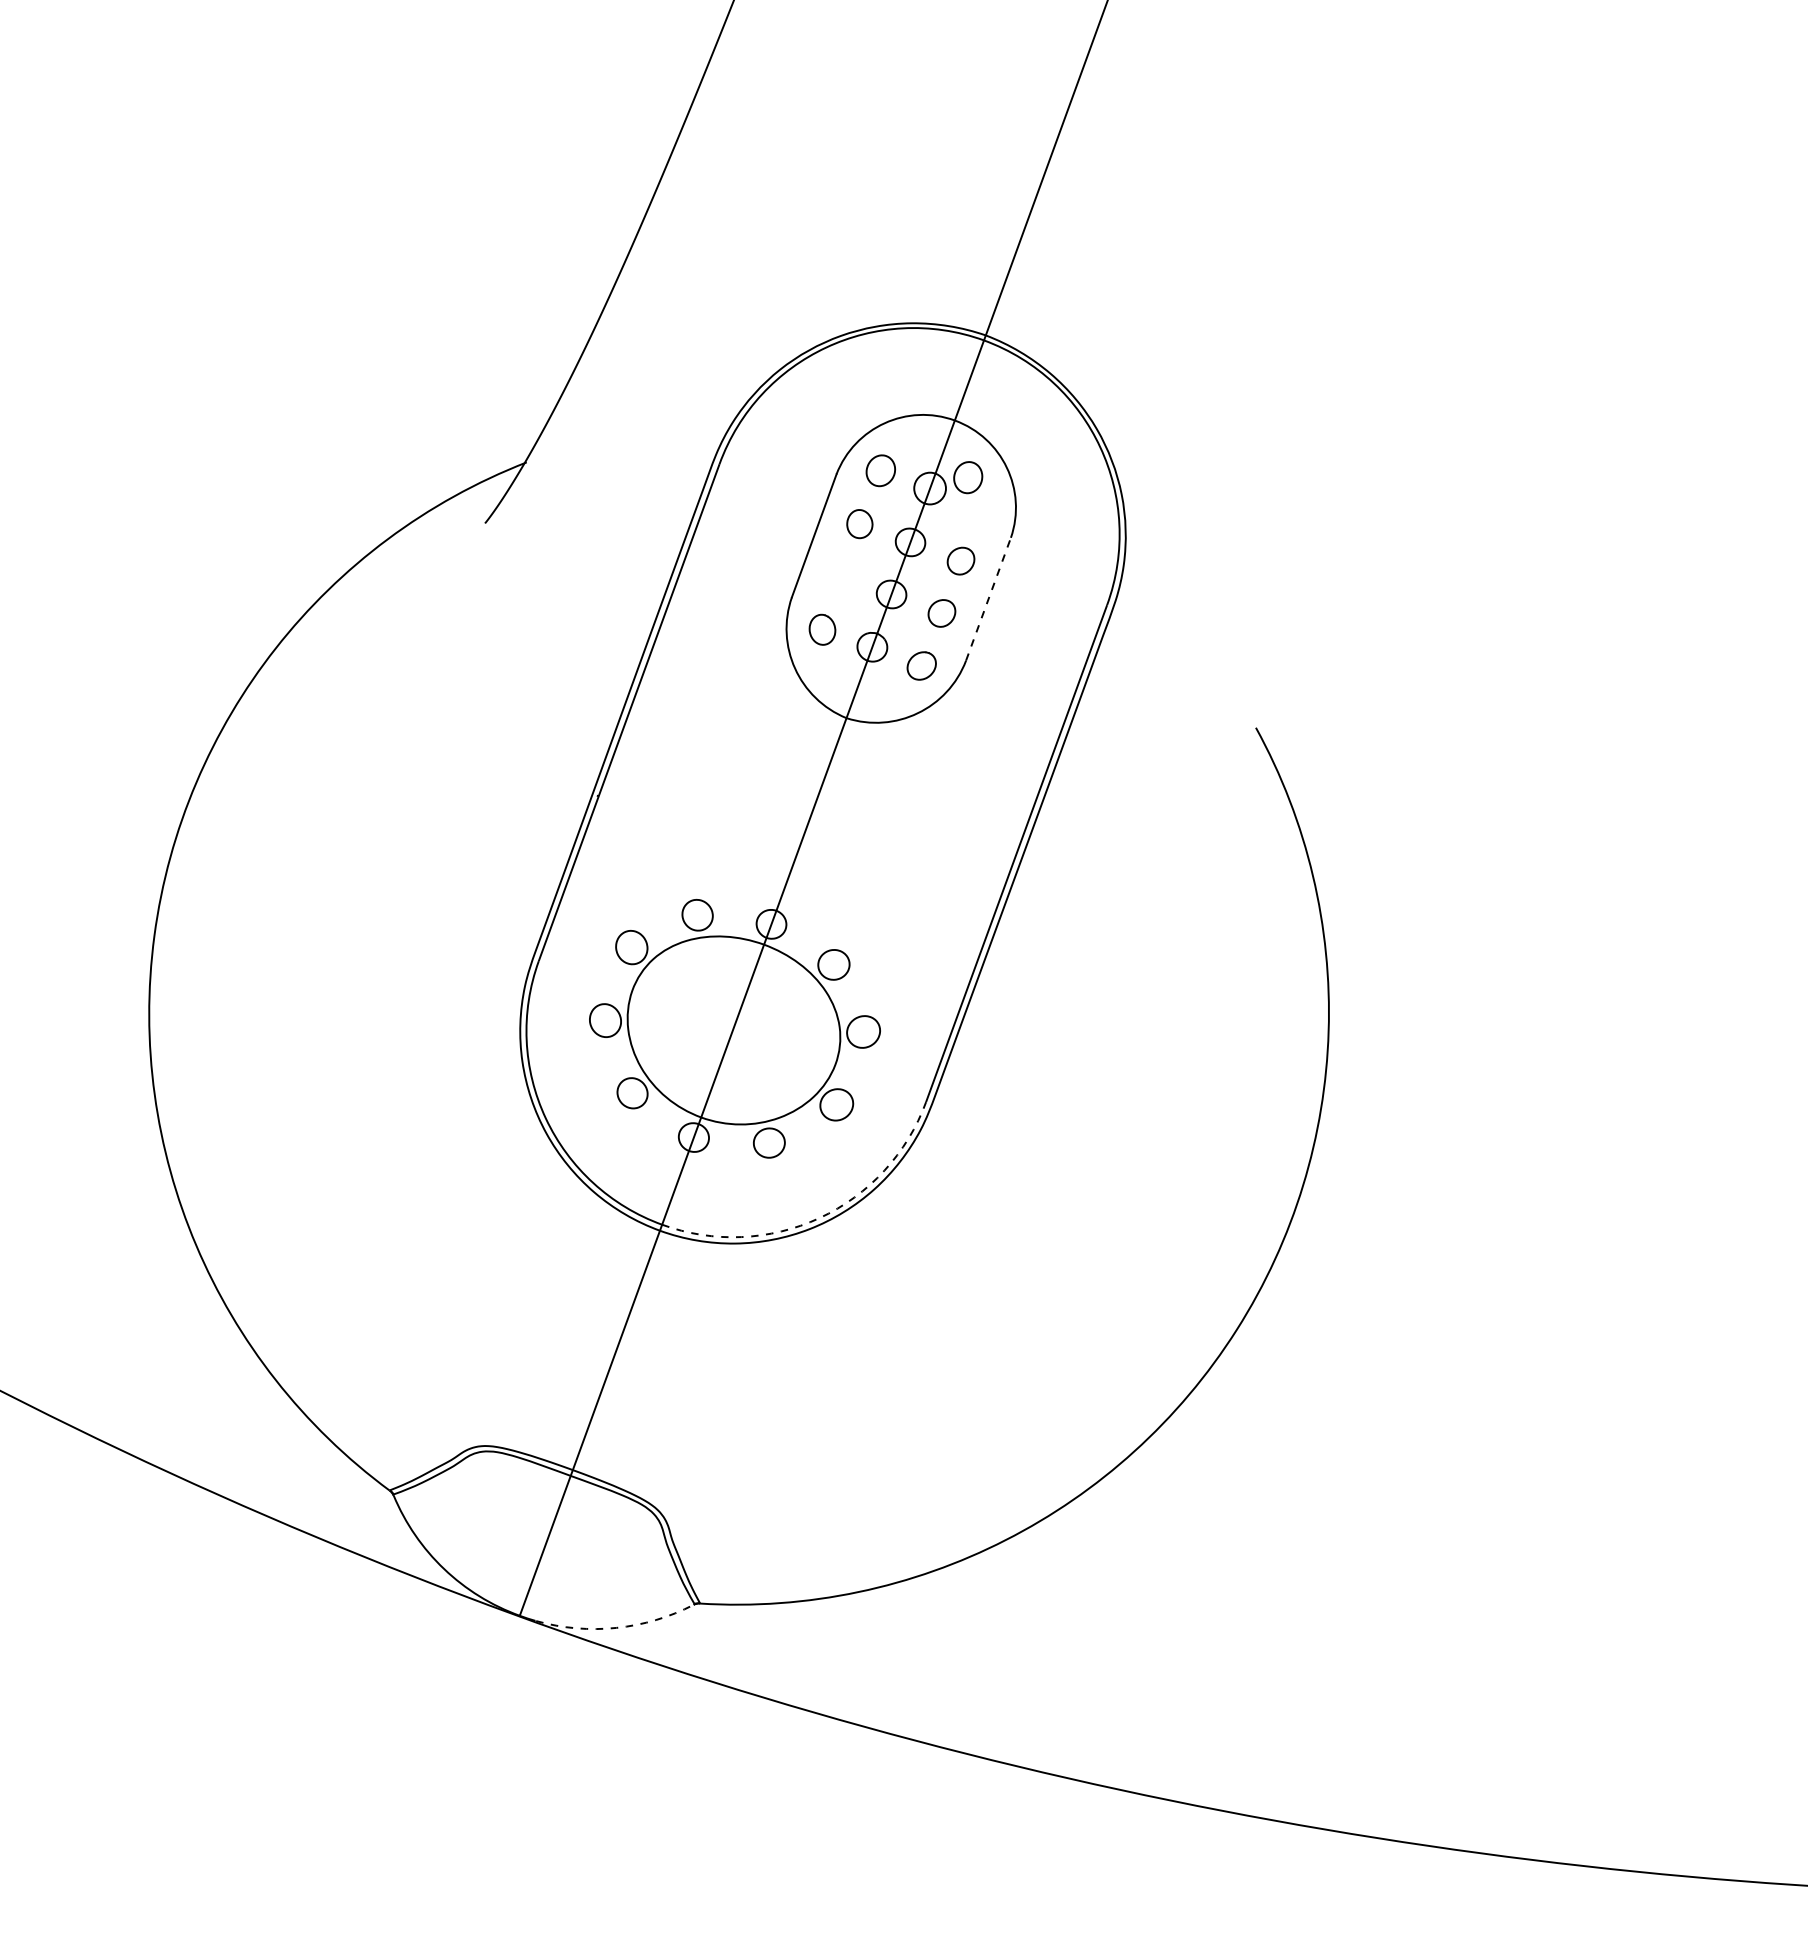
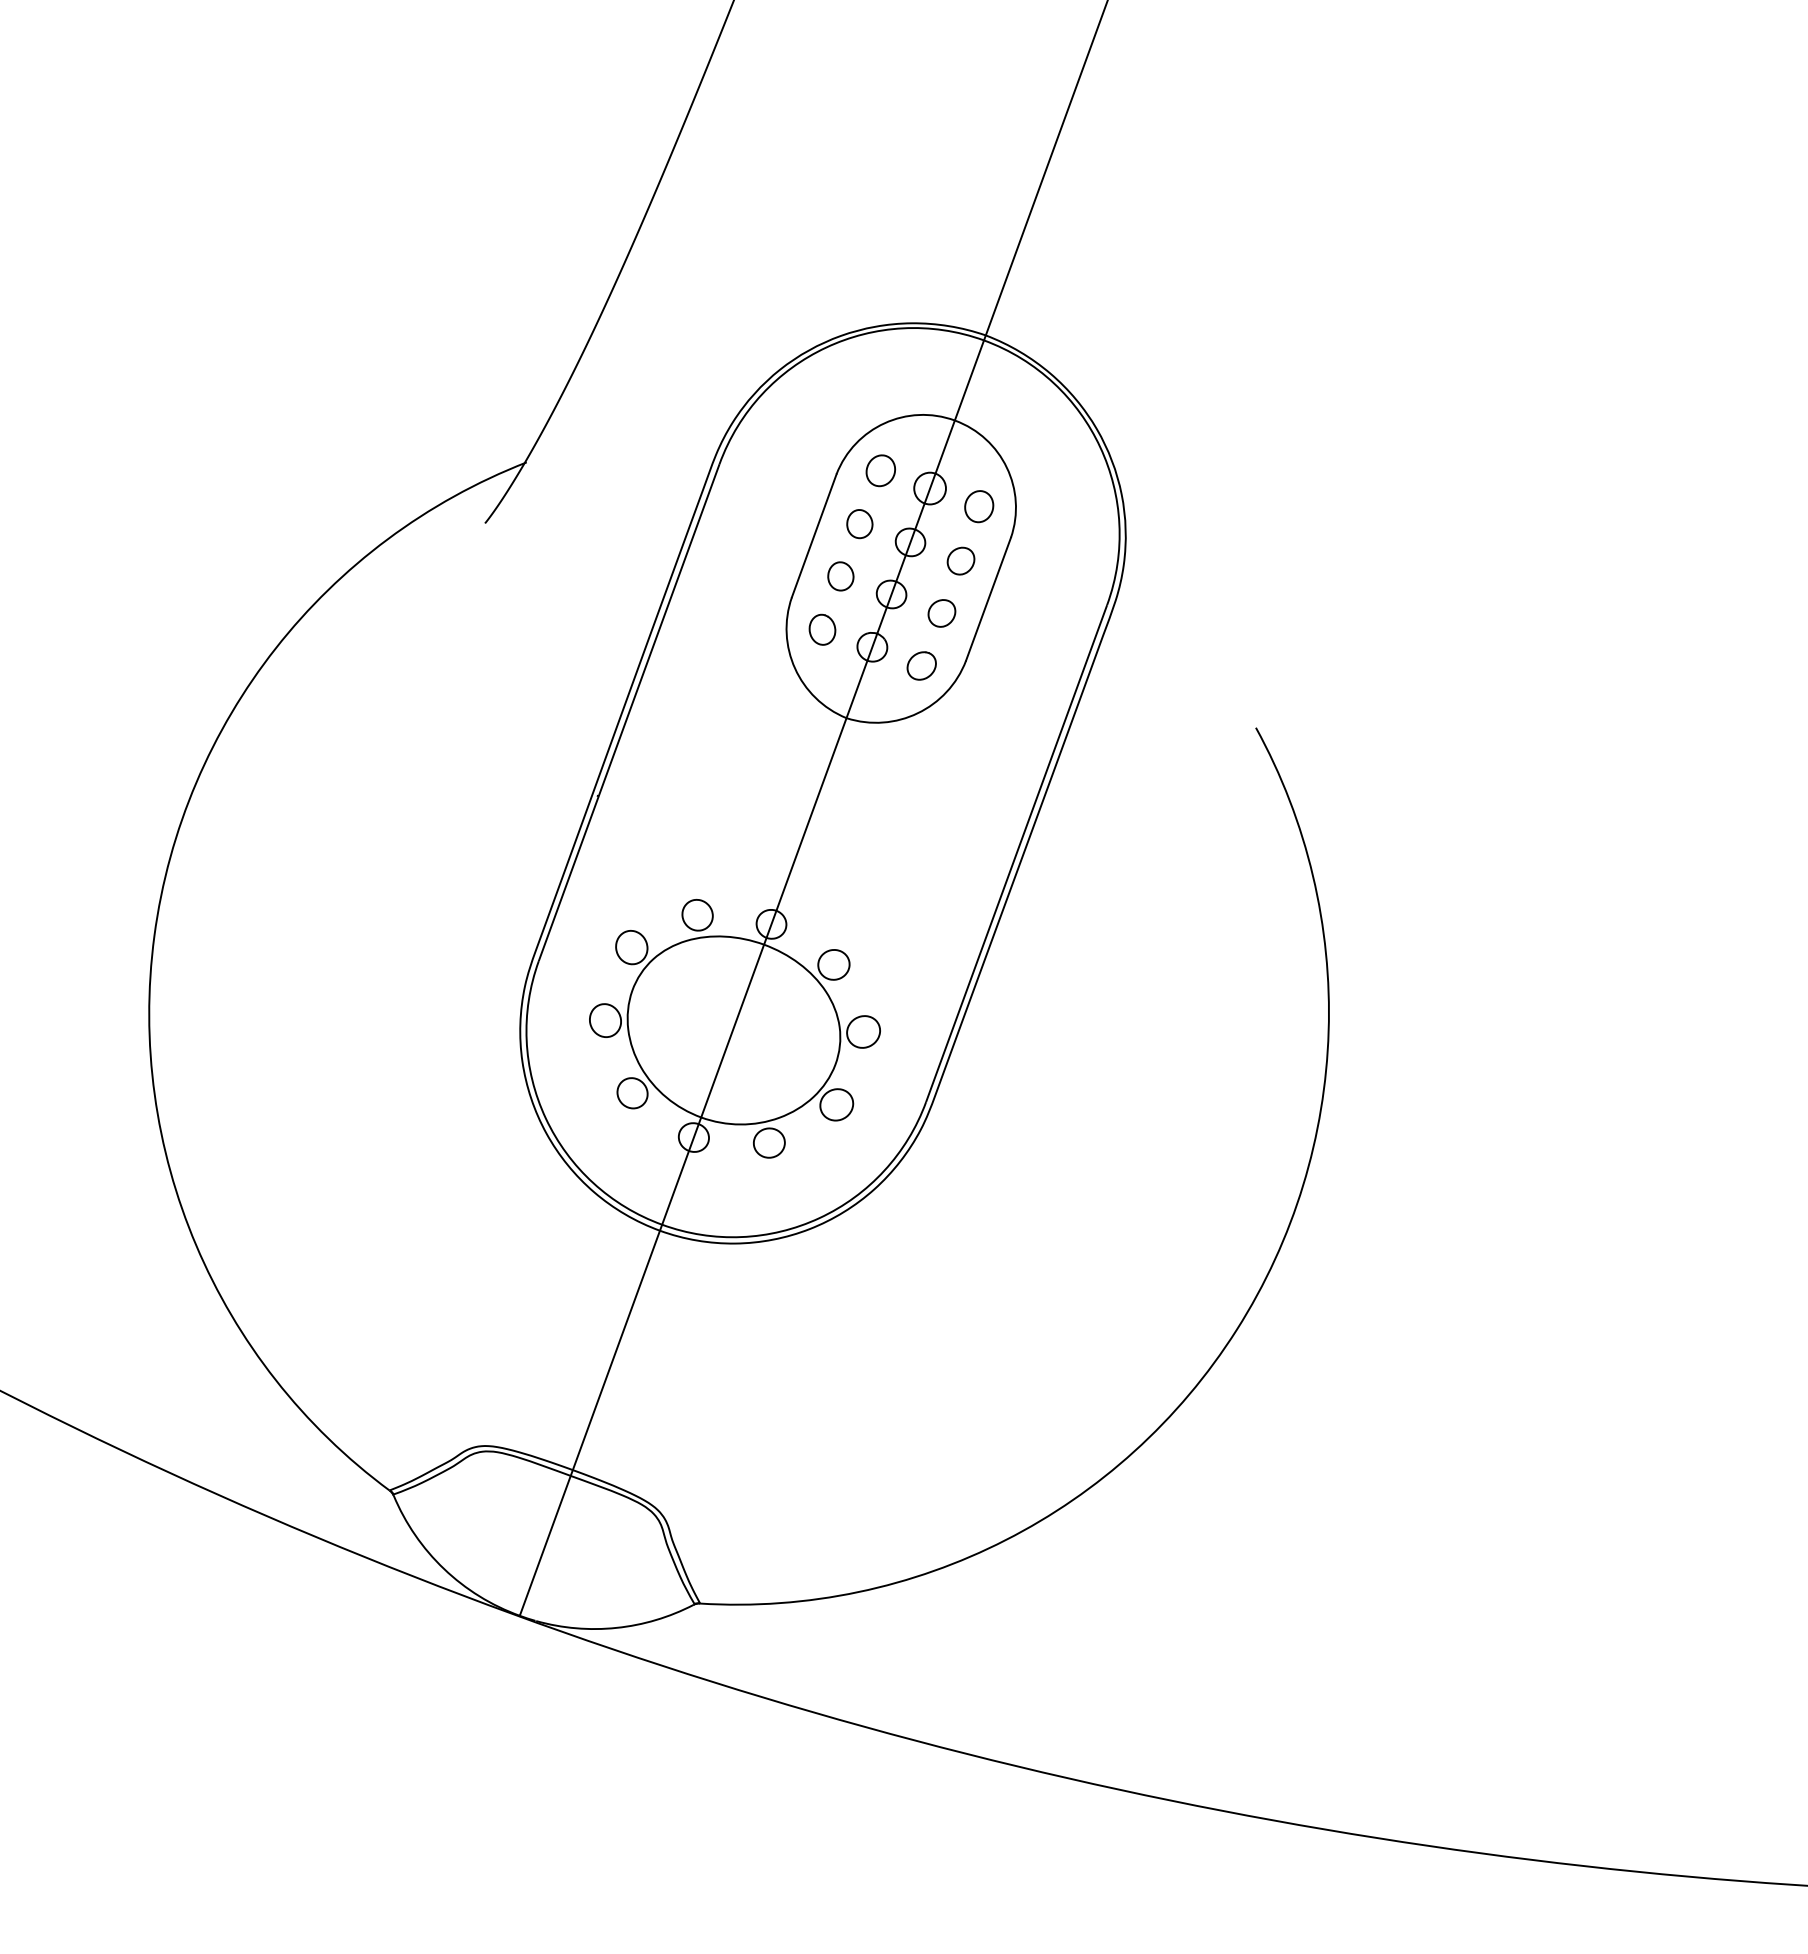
part at (968, 477) position: (968, 477) -> (979, 506)
part at (840, 576): none -> present
line at (988, 598): dashed -> solid
arc at (819, 1218): dashed -> solid
arc at (616, 1627): dashed -> solid
